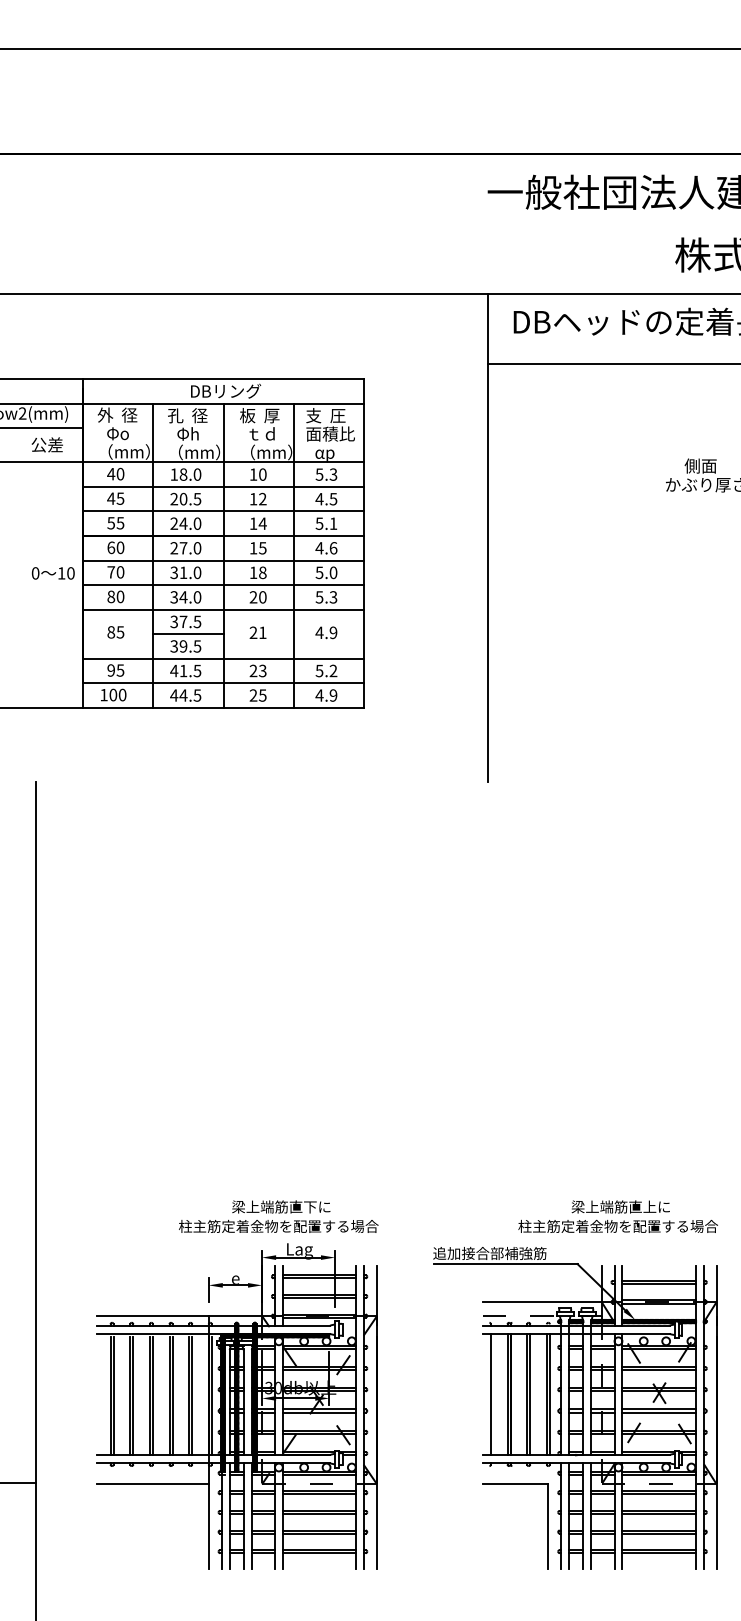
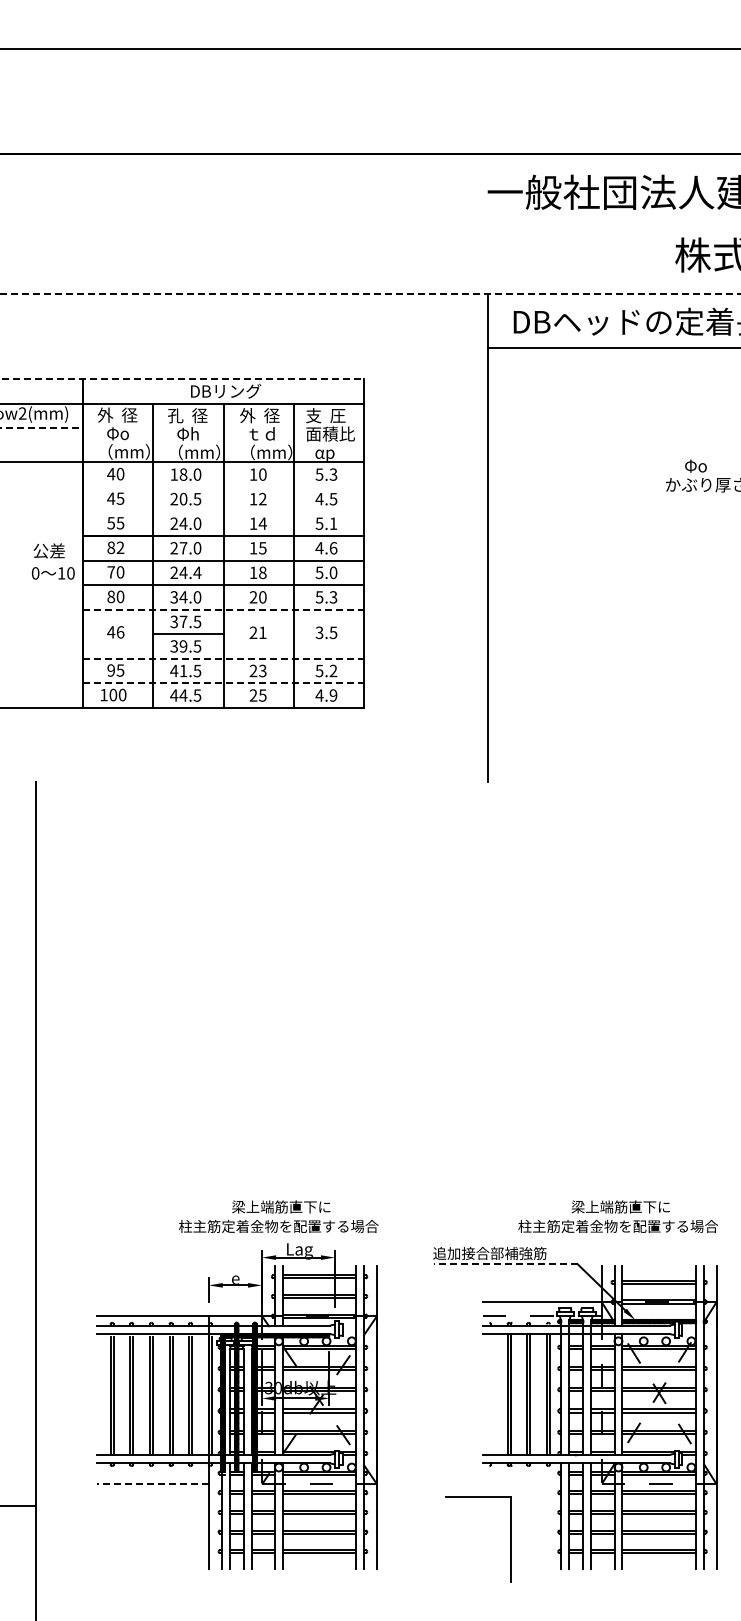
line at (370, 294): solid -> dashed
line at (612, 364) position: (612, 364) -> (612, 348)
line at (182, 378): solid -> dashed
text at (259, 415): 板  厚 -> 外  径
line at (42, 428): solid -> dashed
text at (46, 444) position: (46, 444) -> (48, 550)
text at (700, 465): 側面 -> Φo
line at (223, 486): present -> none
line at (223, 511): present -> none
text at (115, 547): 60 -> 82
text at (185, 572): 31.0 -> 24.4
line at (224, 609): solid -> dashed
text at (115, 632): 85 -> 46
text at (326, 632): 4.9 -> 3.5
line at (224, 658): solid -> dashed
line at (224, 683): solid -> dashed
text at (649, 1206): 梁上端筋直上に -> 梁上端筋直下に
line at (505, 1264): solid -> dashed
line at (491, 1394): present -> none
line at (19, 1483) position: (19, 1483) -> (19, 1506)
line at (152, 1484): solid -> dashed
part at (547, 1526) position: (547, 1526) -> (510, 1539)
